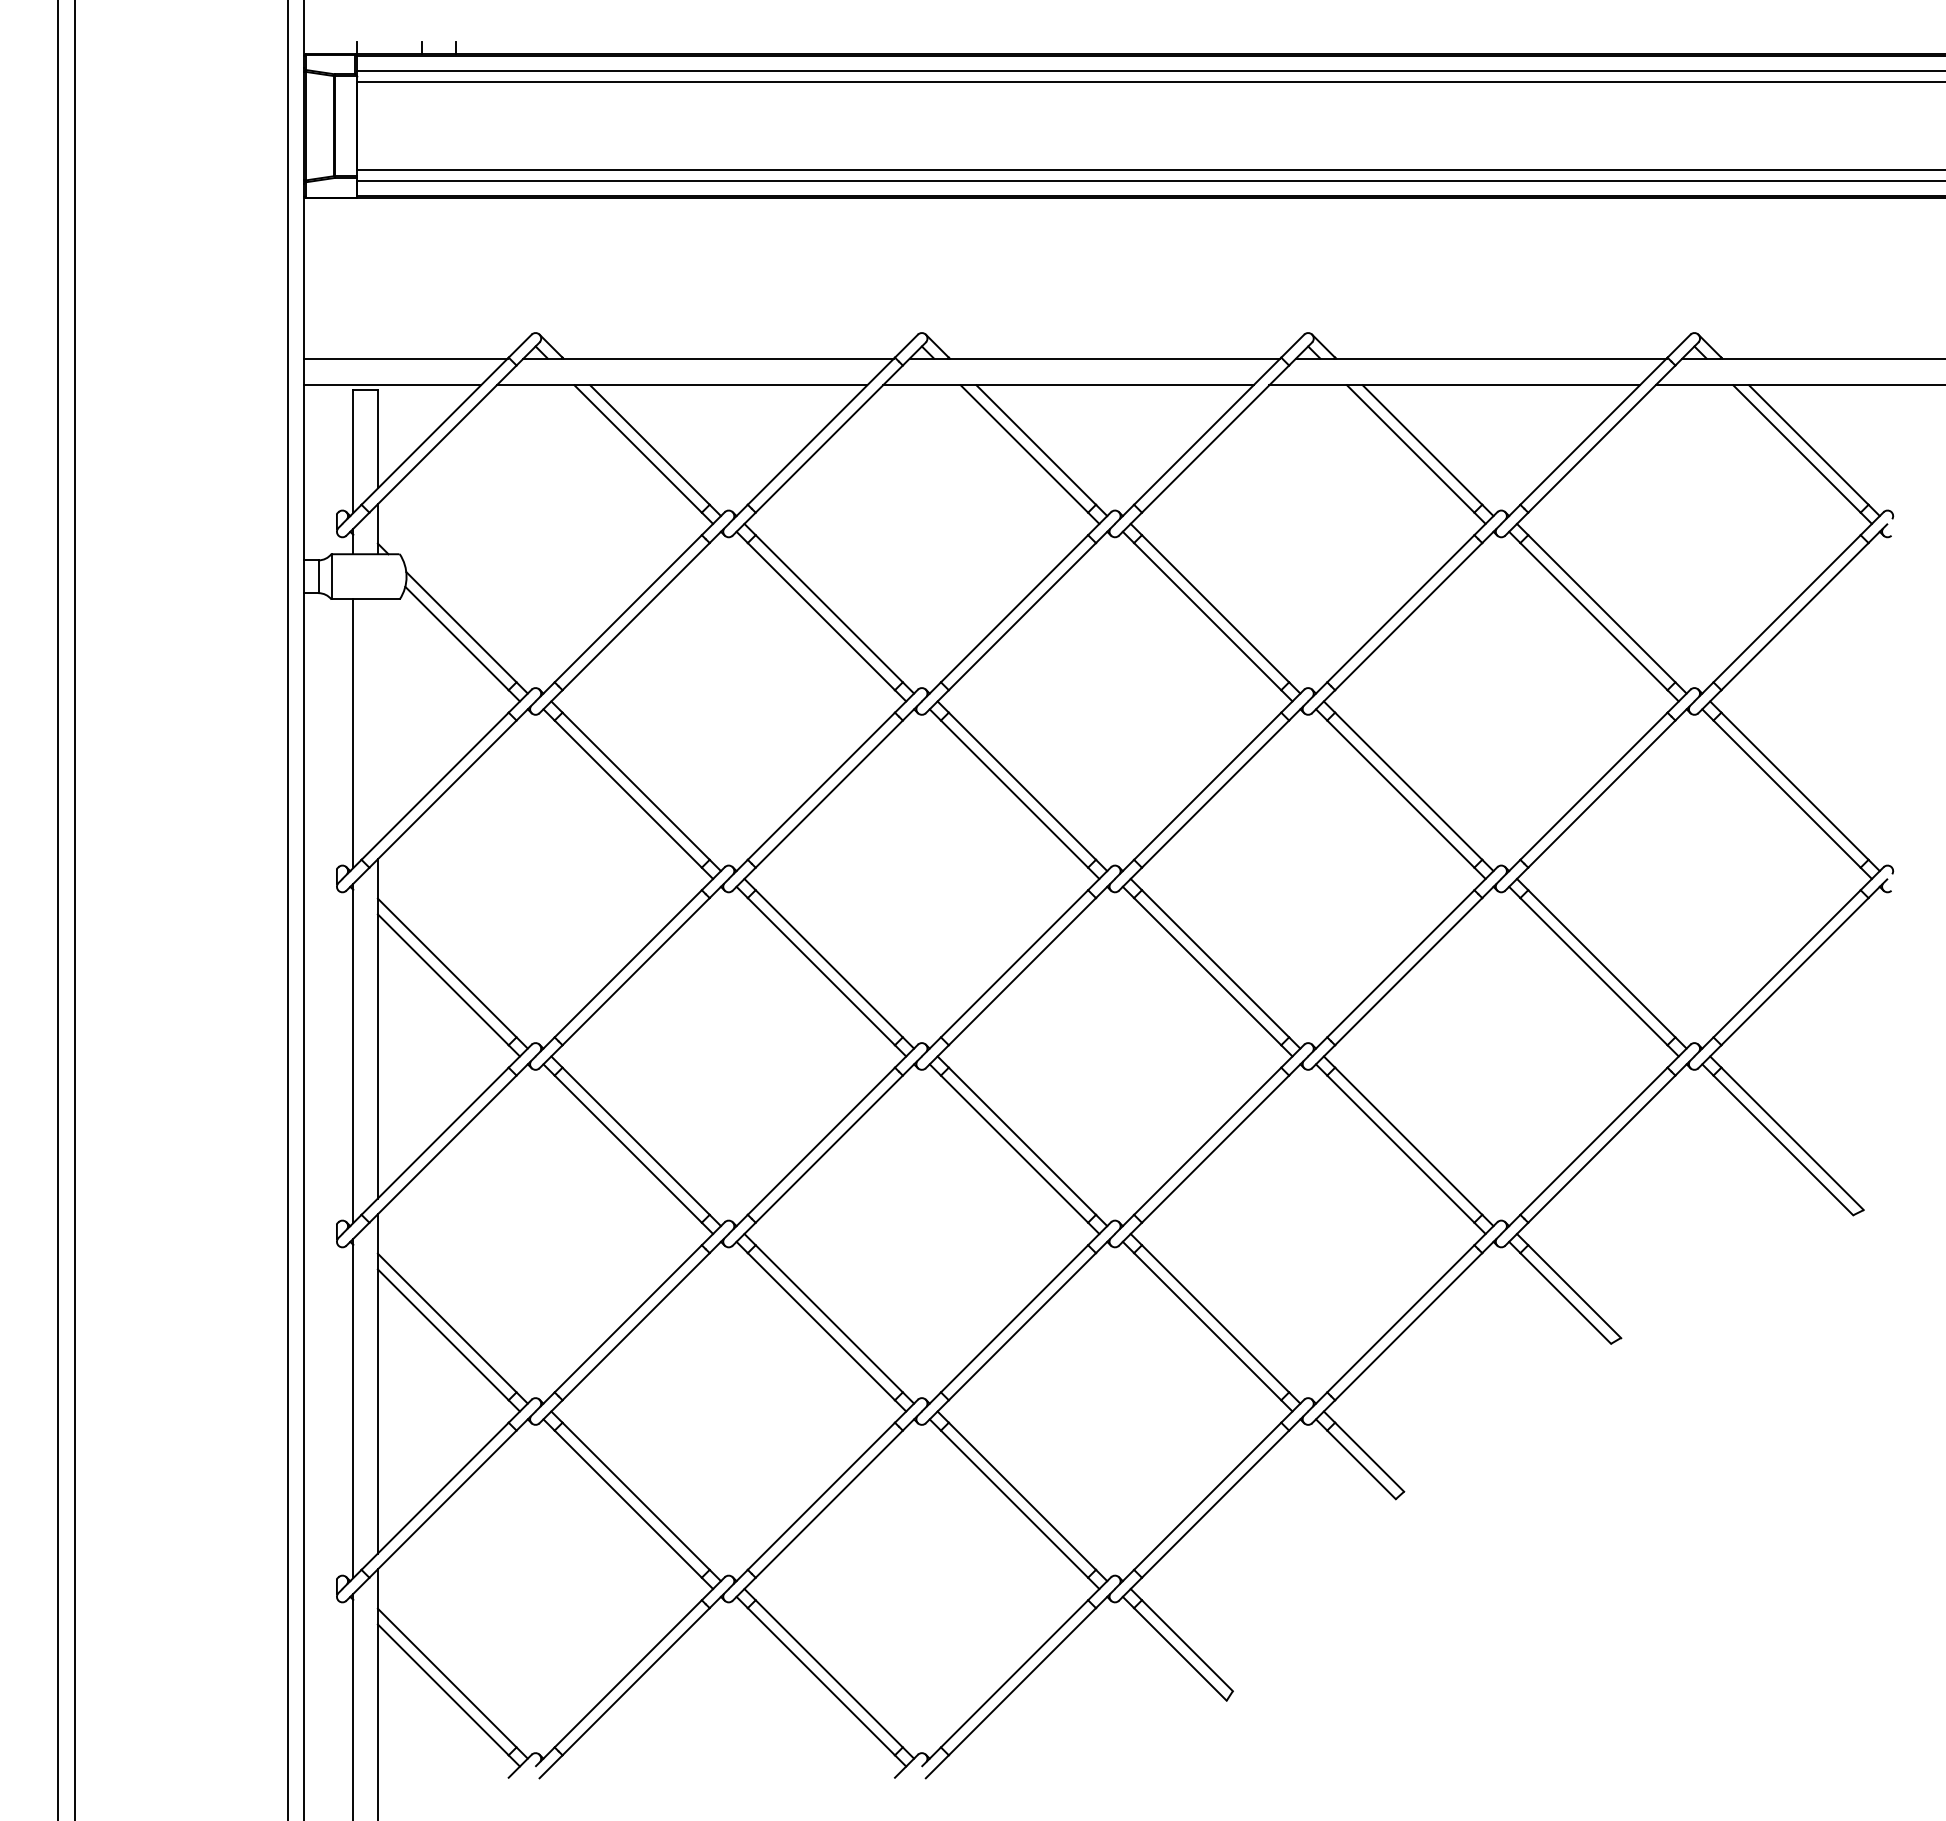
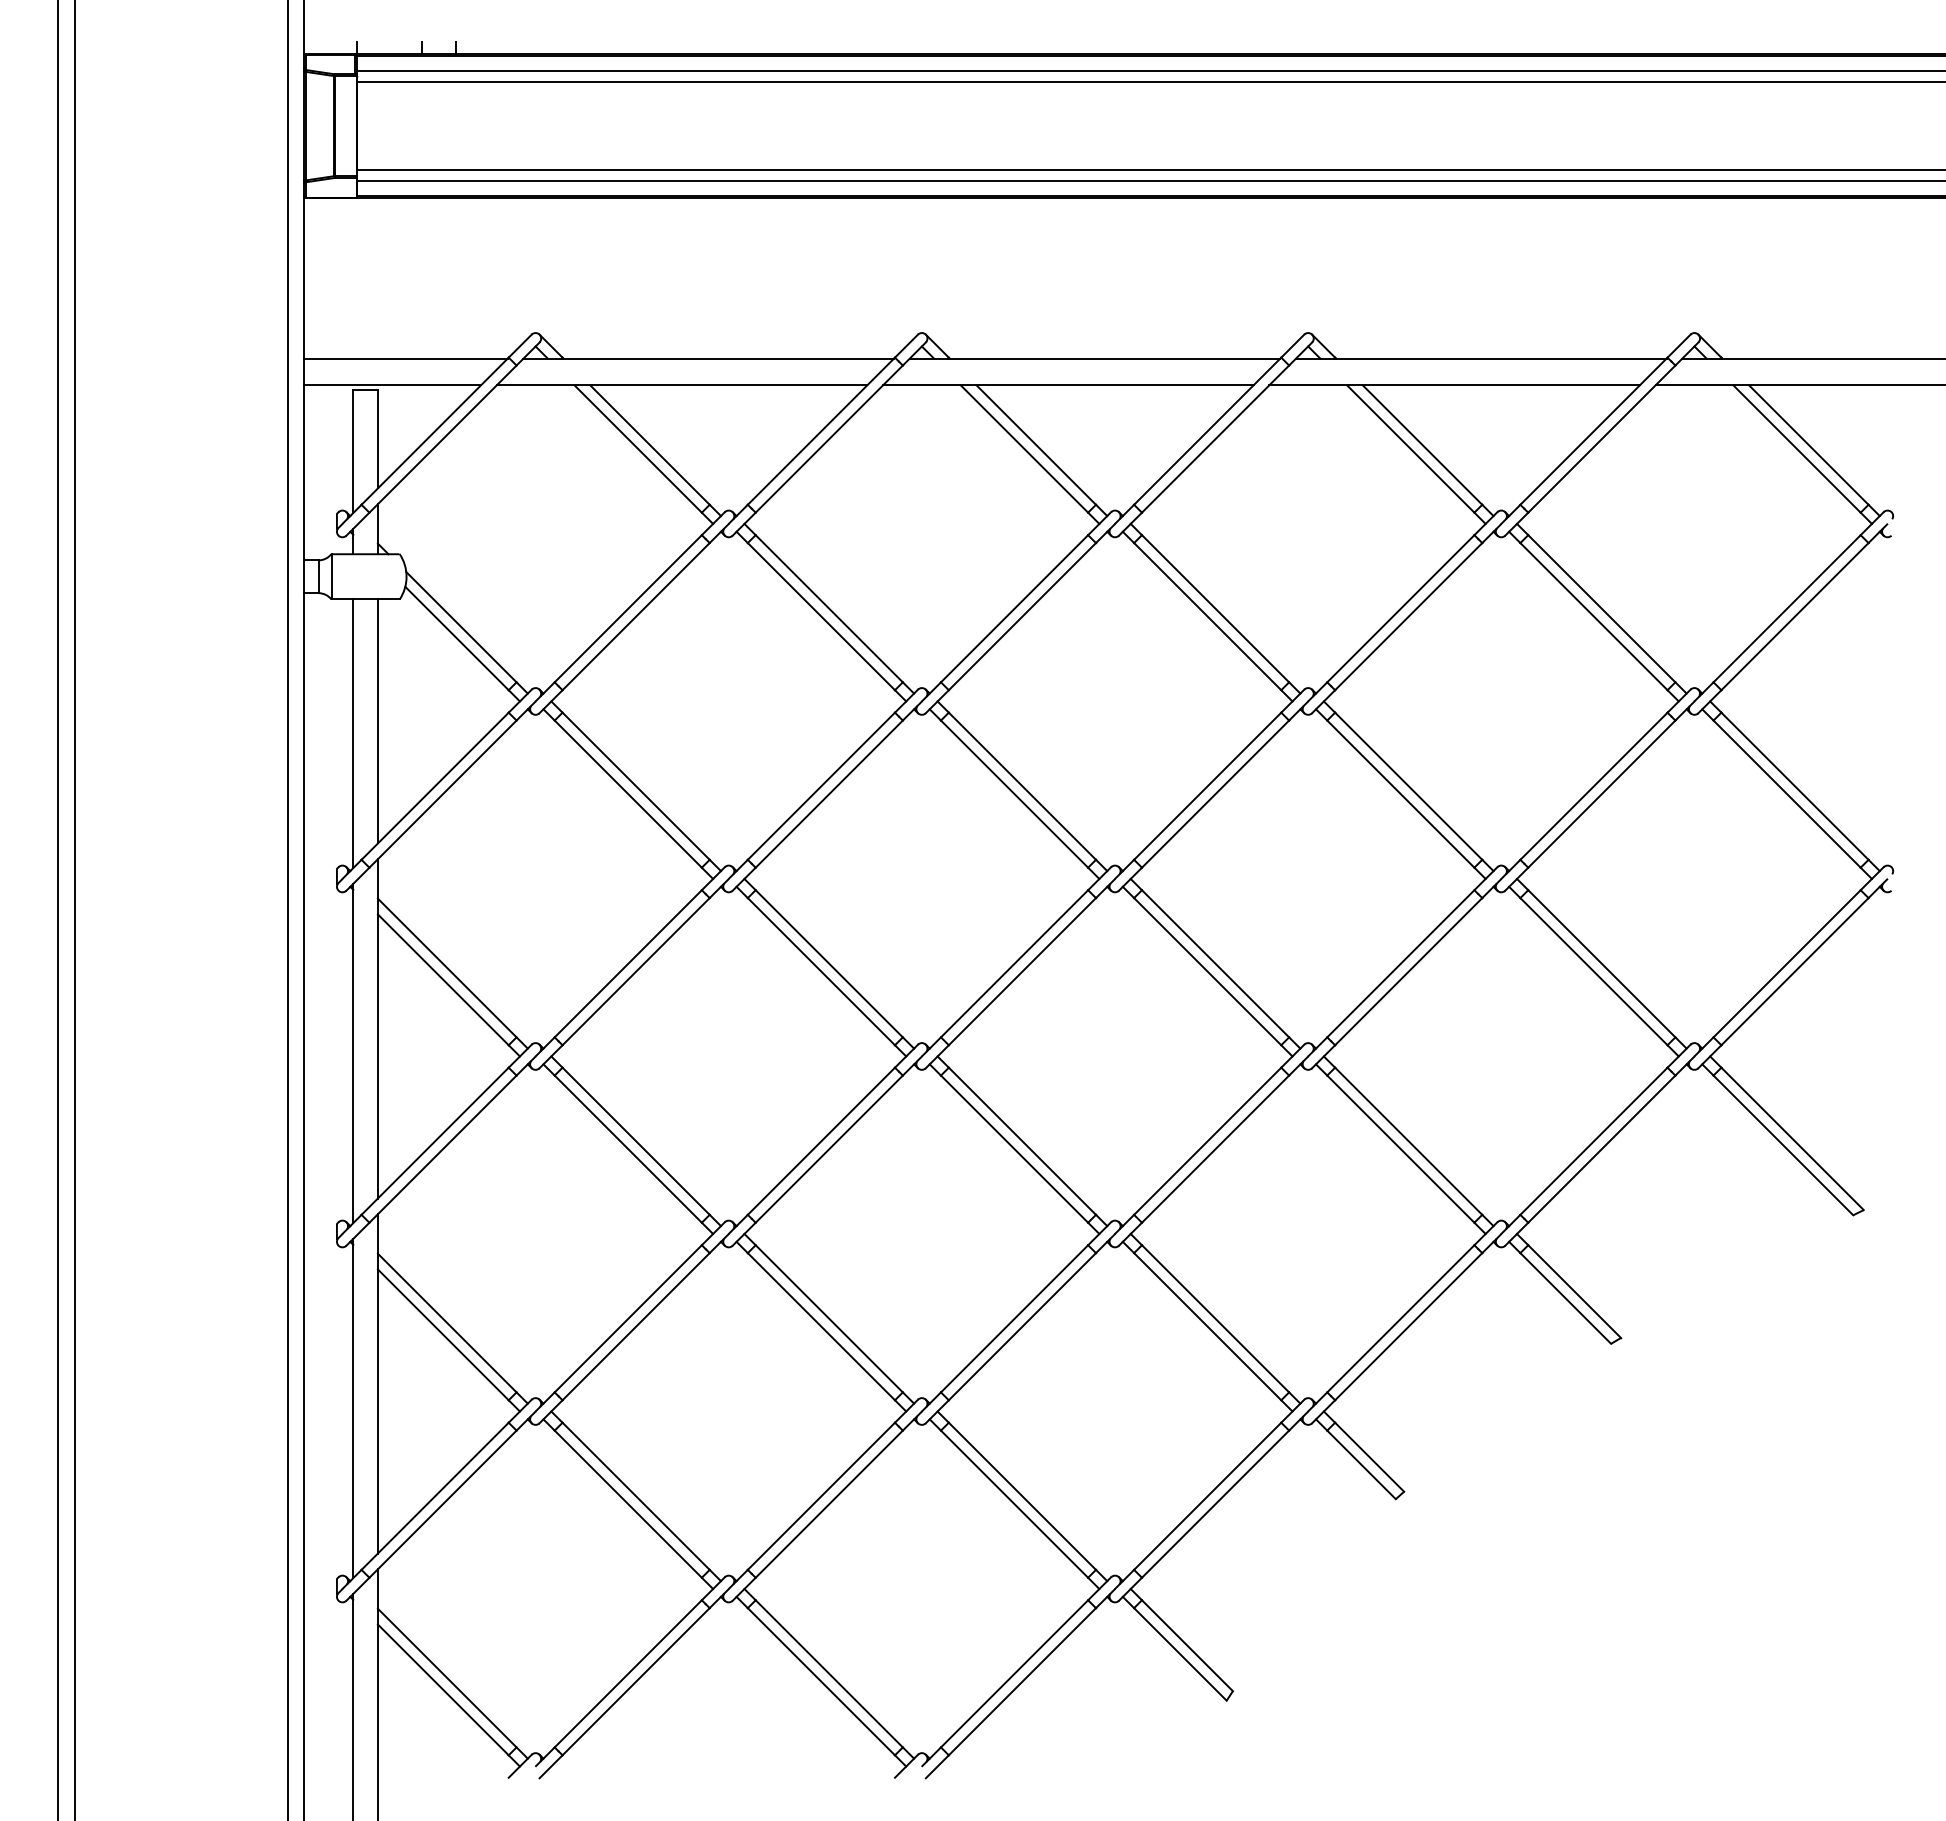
line at (377, 721): none -> present
